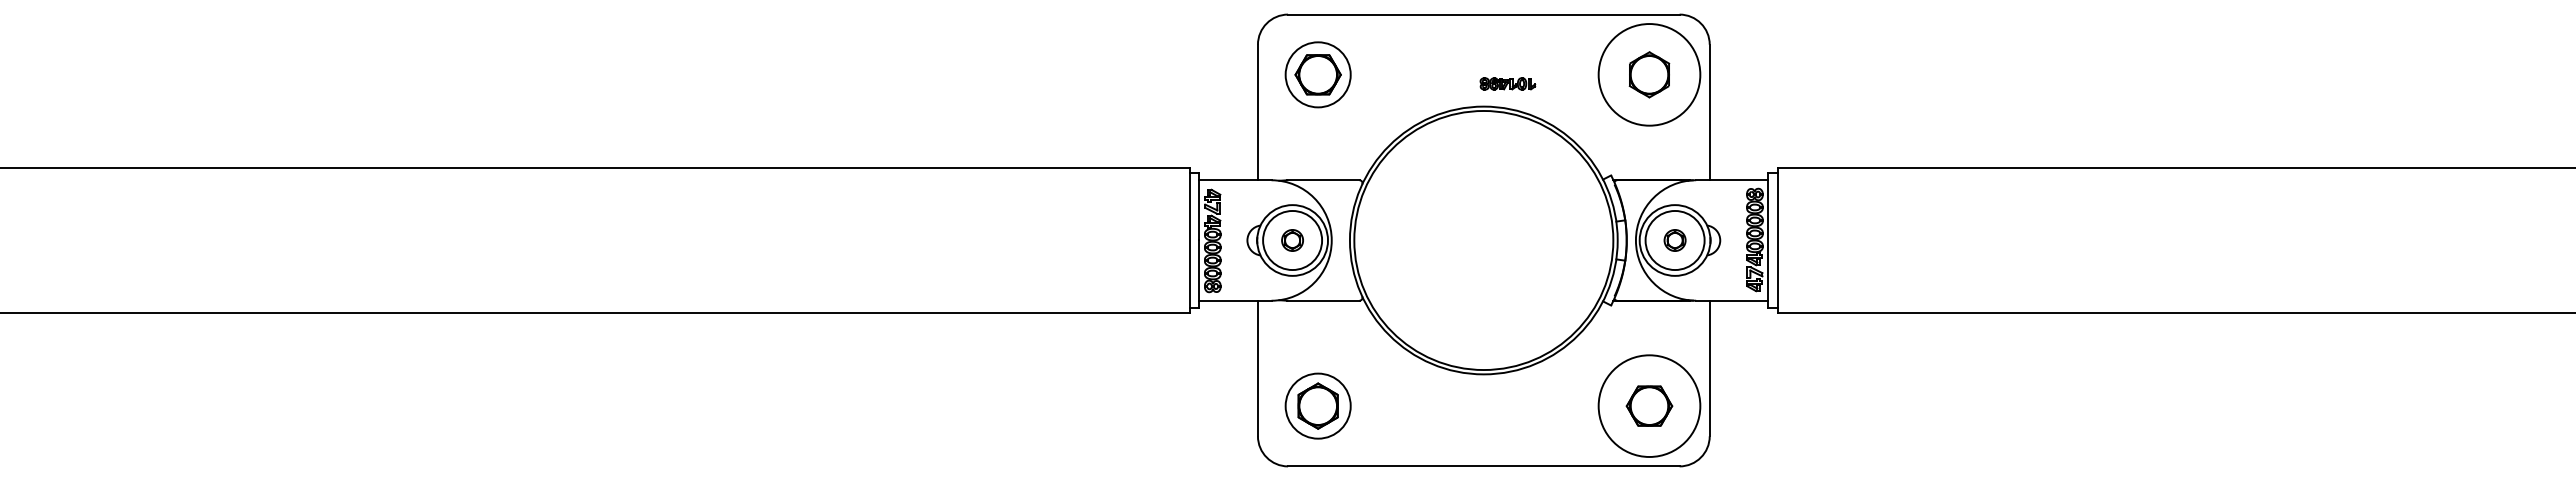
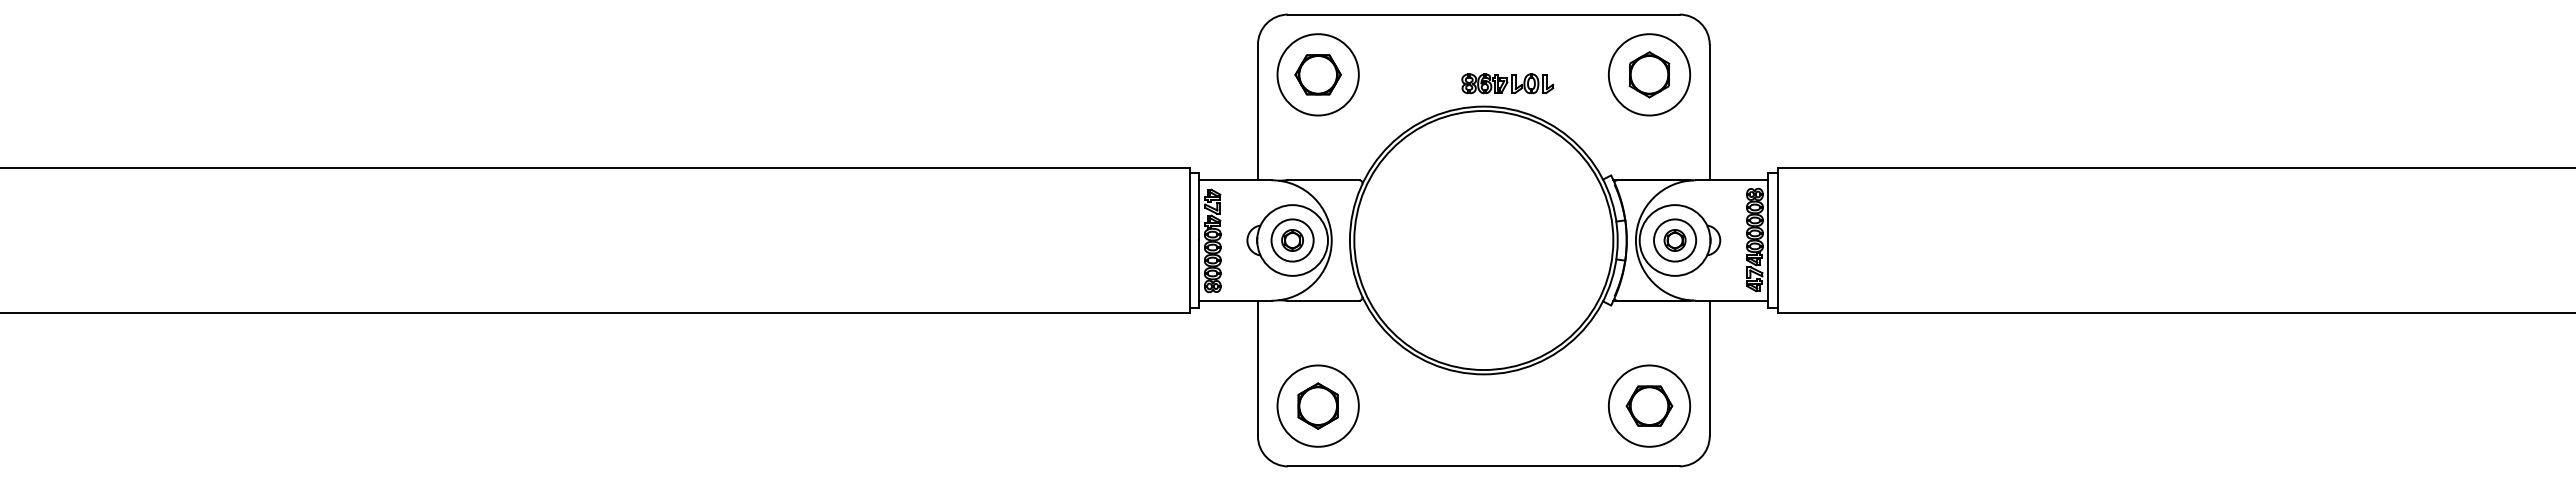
circle at (1317, 74) diameter: 65 px -> 81 px
circle at (1649, 74) diameter: 102 px -> 81 px
part at (1507, 83) size: 58x14 px -> 94x22 px
circle at (1292, 240) diameter: 59 px -> 42 px
circle at (1674, 240) diameter: 59 px -> 42 px
circle at (1317, 405) diameter: 65 px -> 81 px
circle at (1649, 405) diameter: 102 px -> 81 px
